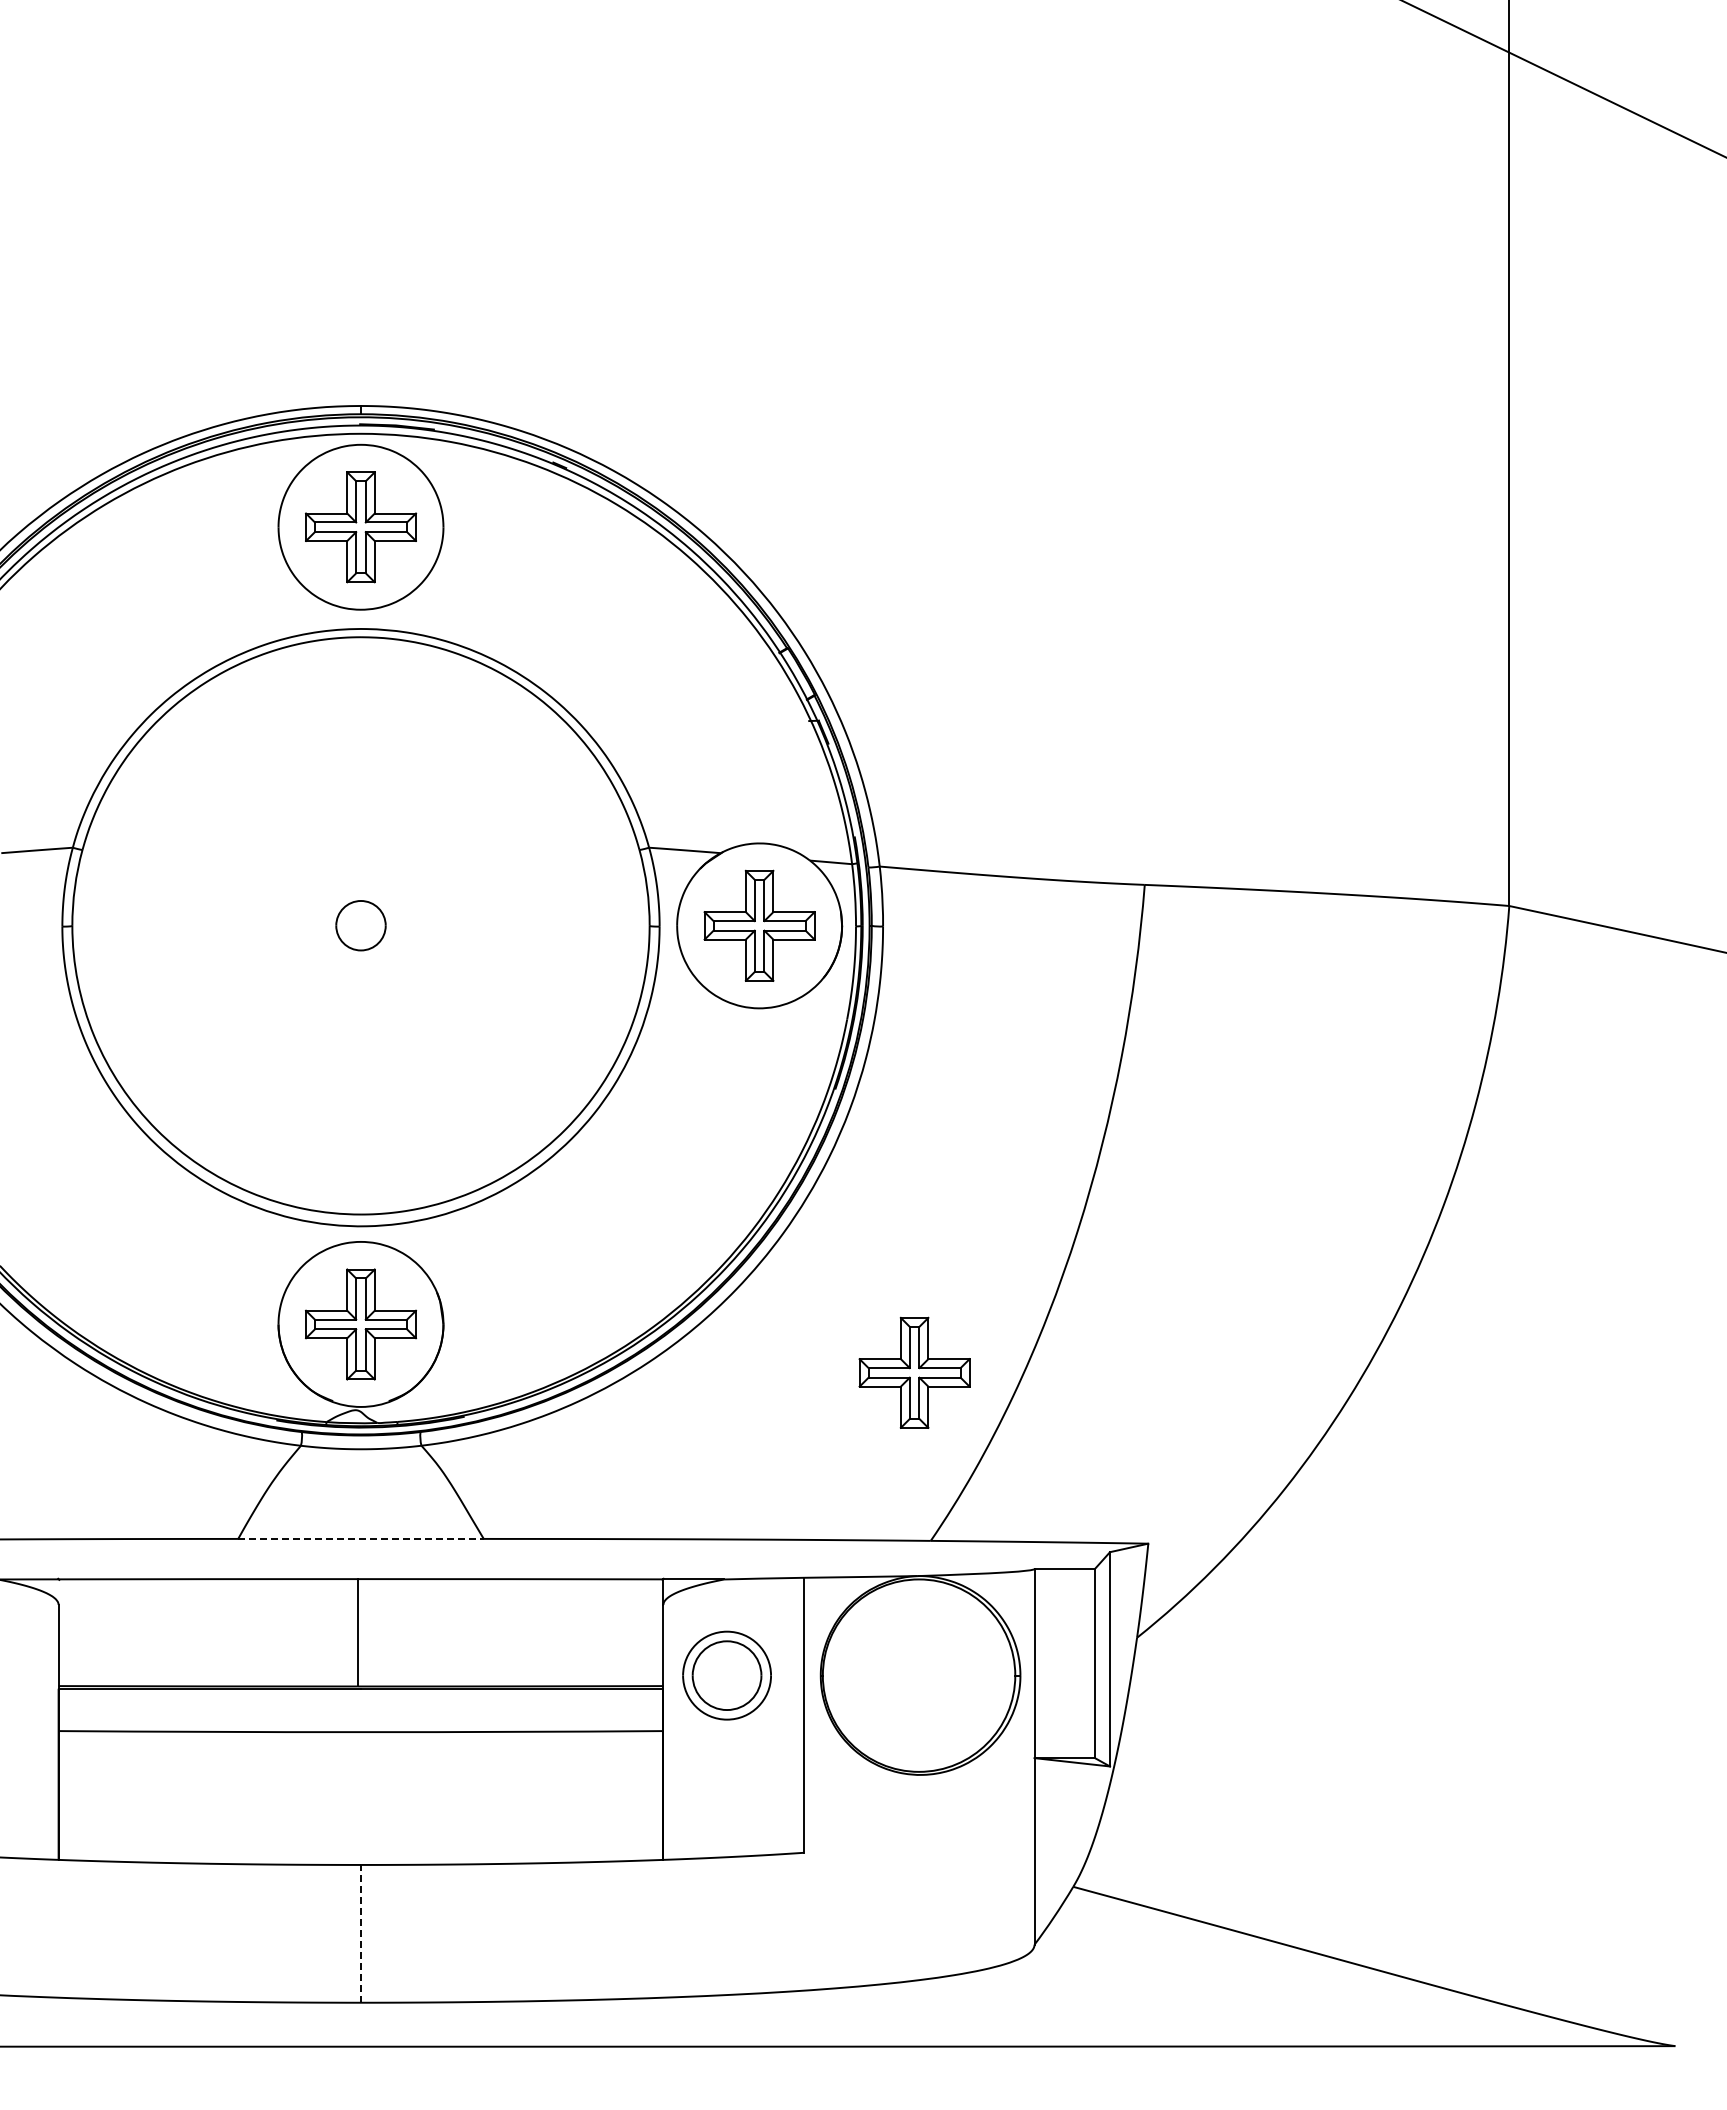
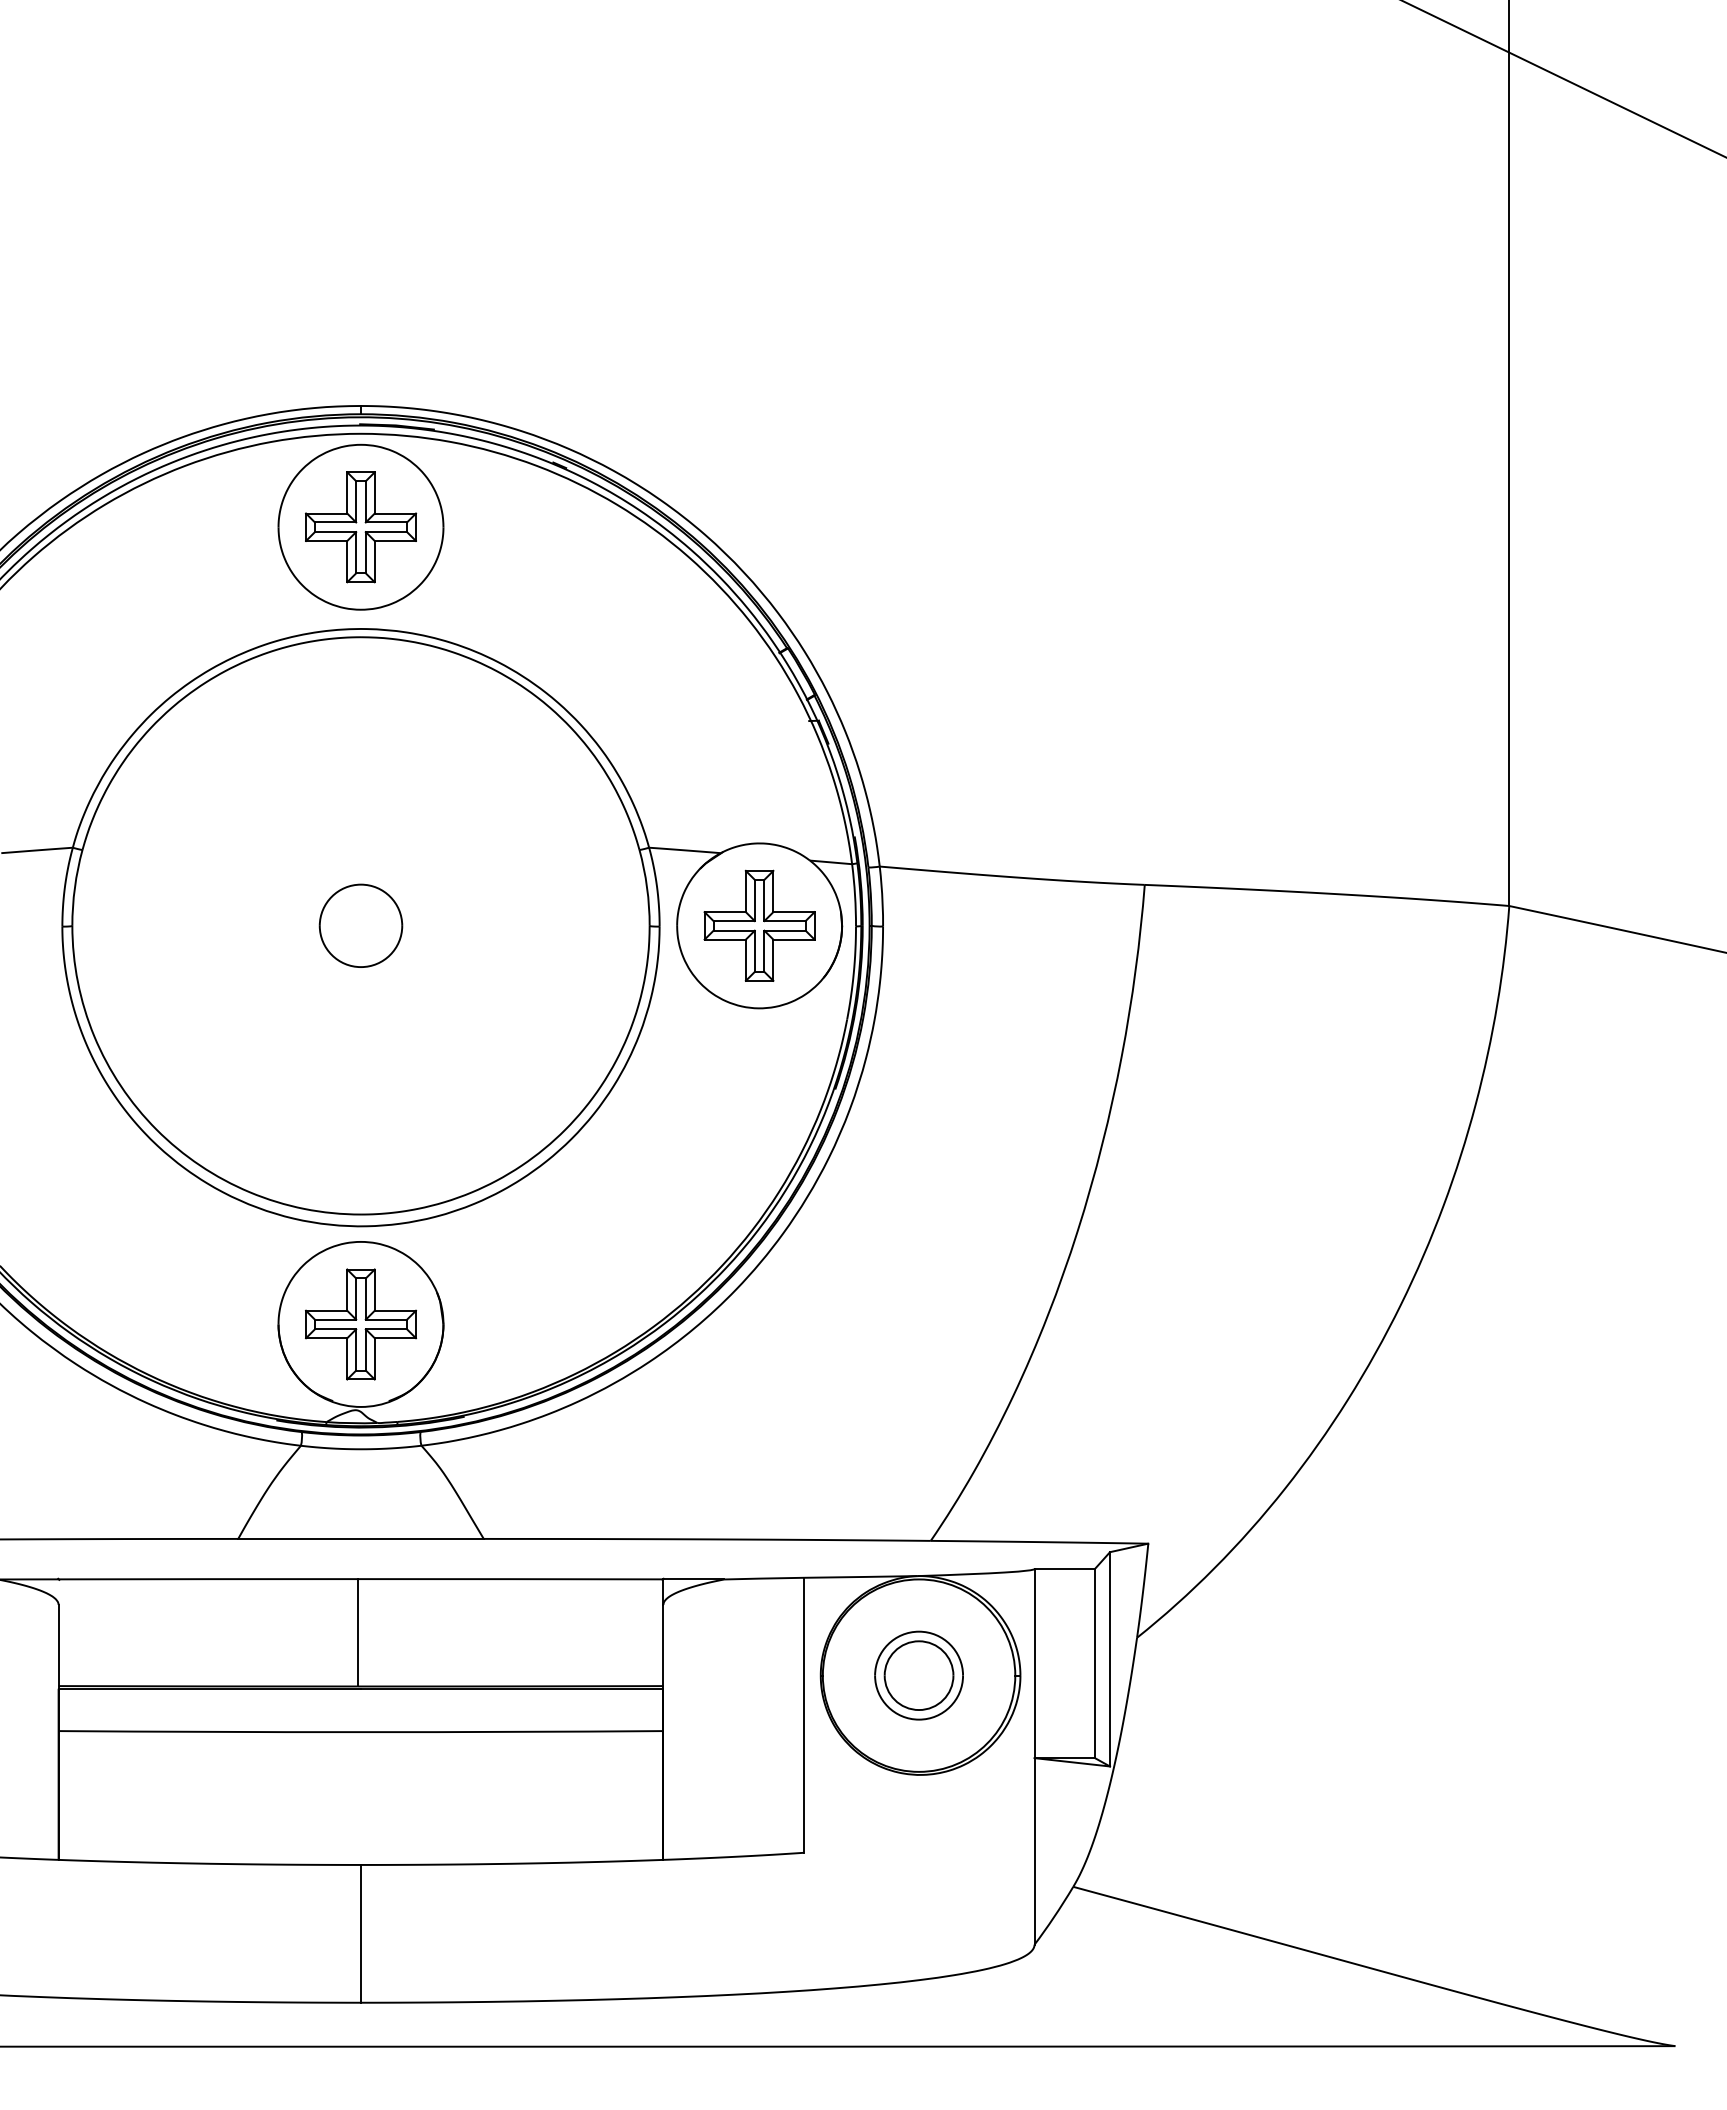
part at (360, 925) size: 52x52 px -> 86x85 px
part at (914, 1372): present -> none
line at (361, 1538): dashed -> solid
part at (726, 1675) position: (726, 1675) -> (918, 1675)
line at (361, 1933): dashed -> solid
